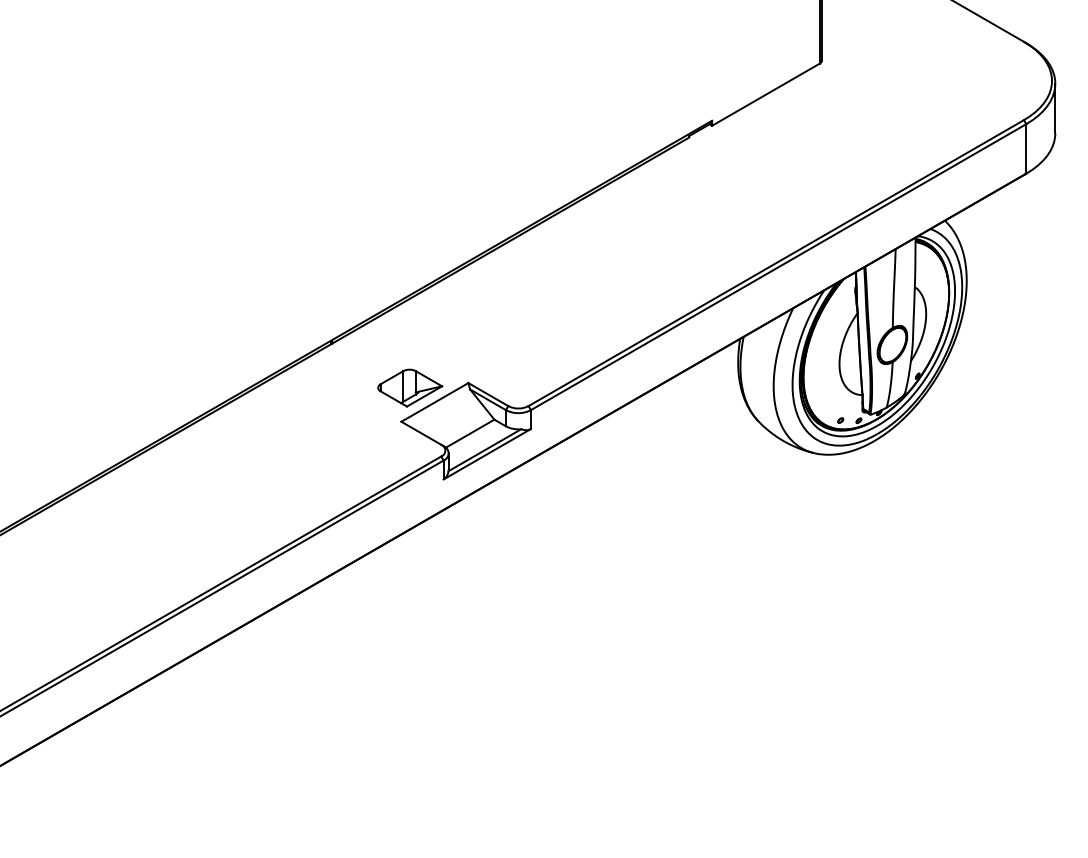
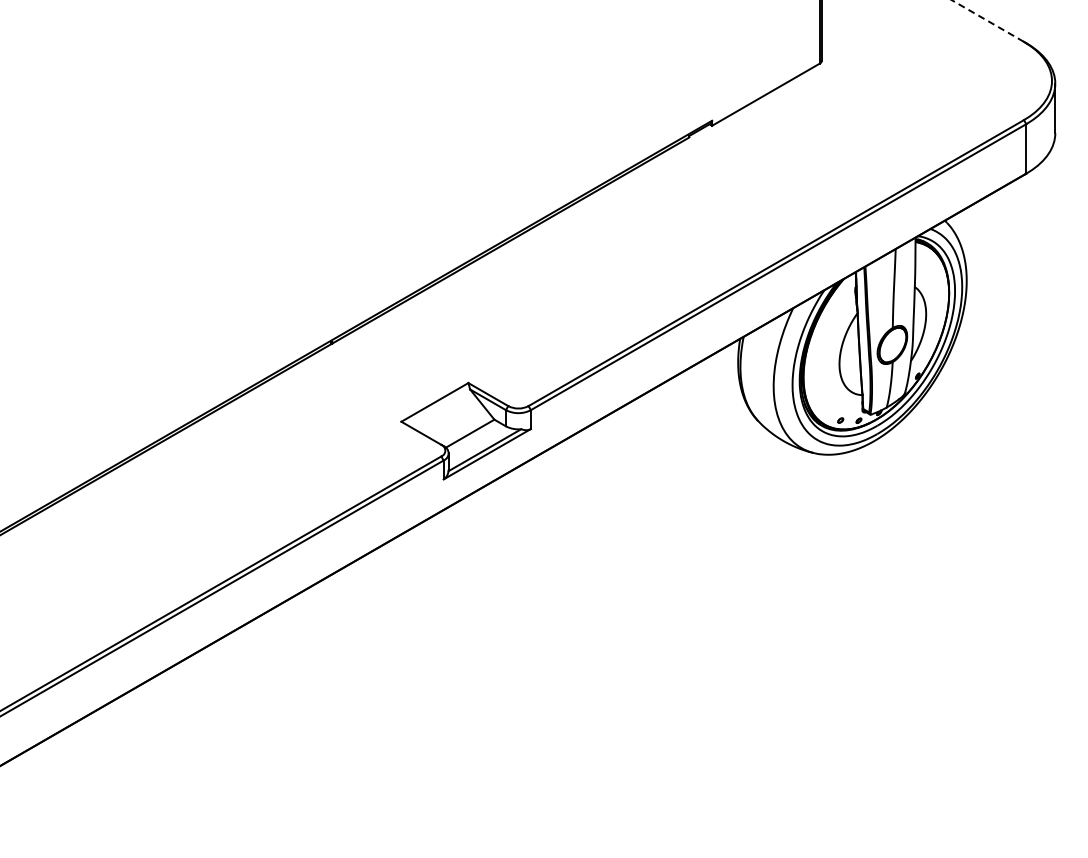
line at (987, 20): solid -> dashed
part at (410, 387): present -> none
